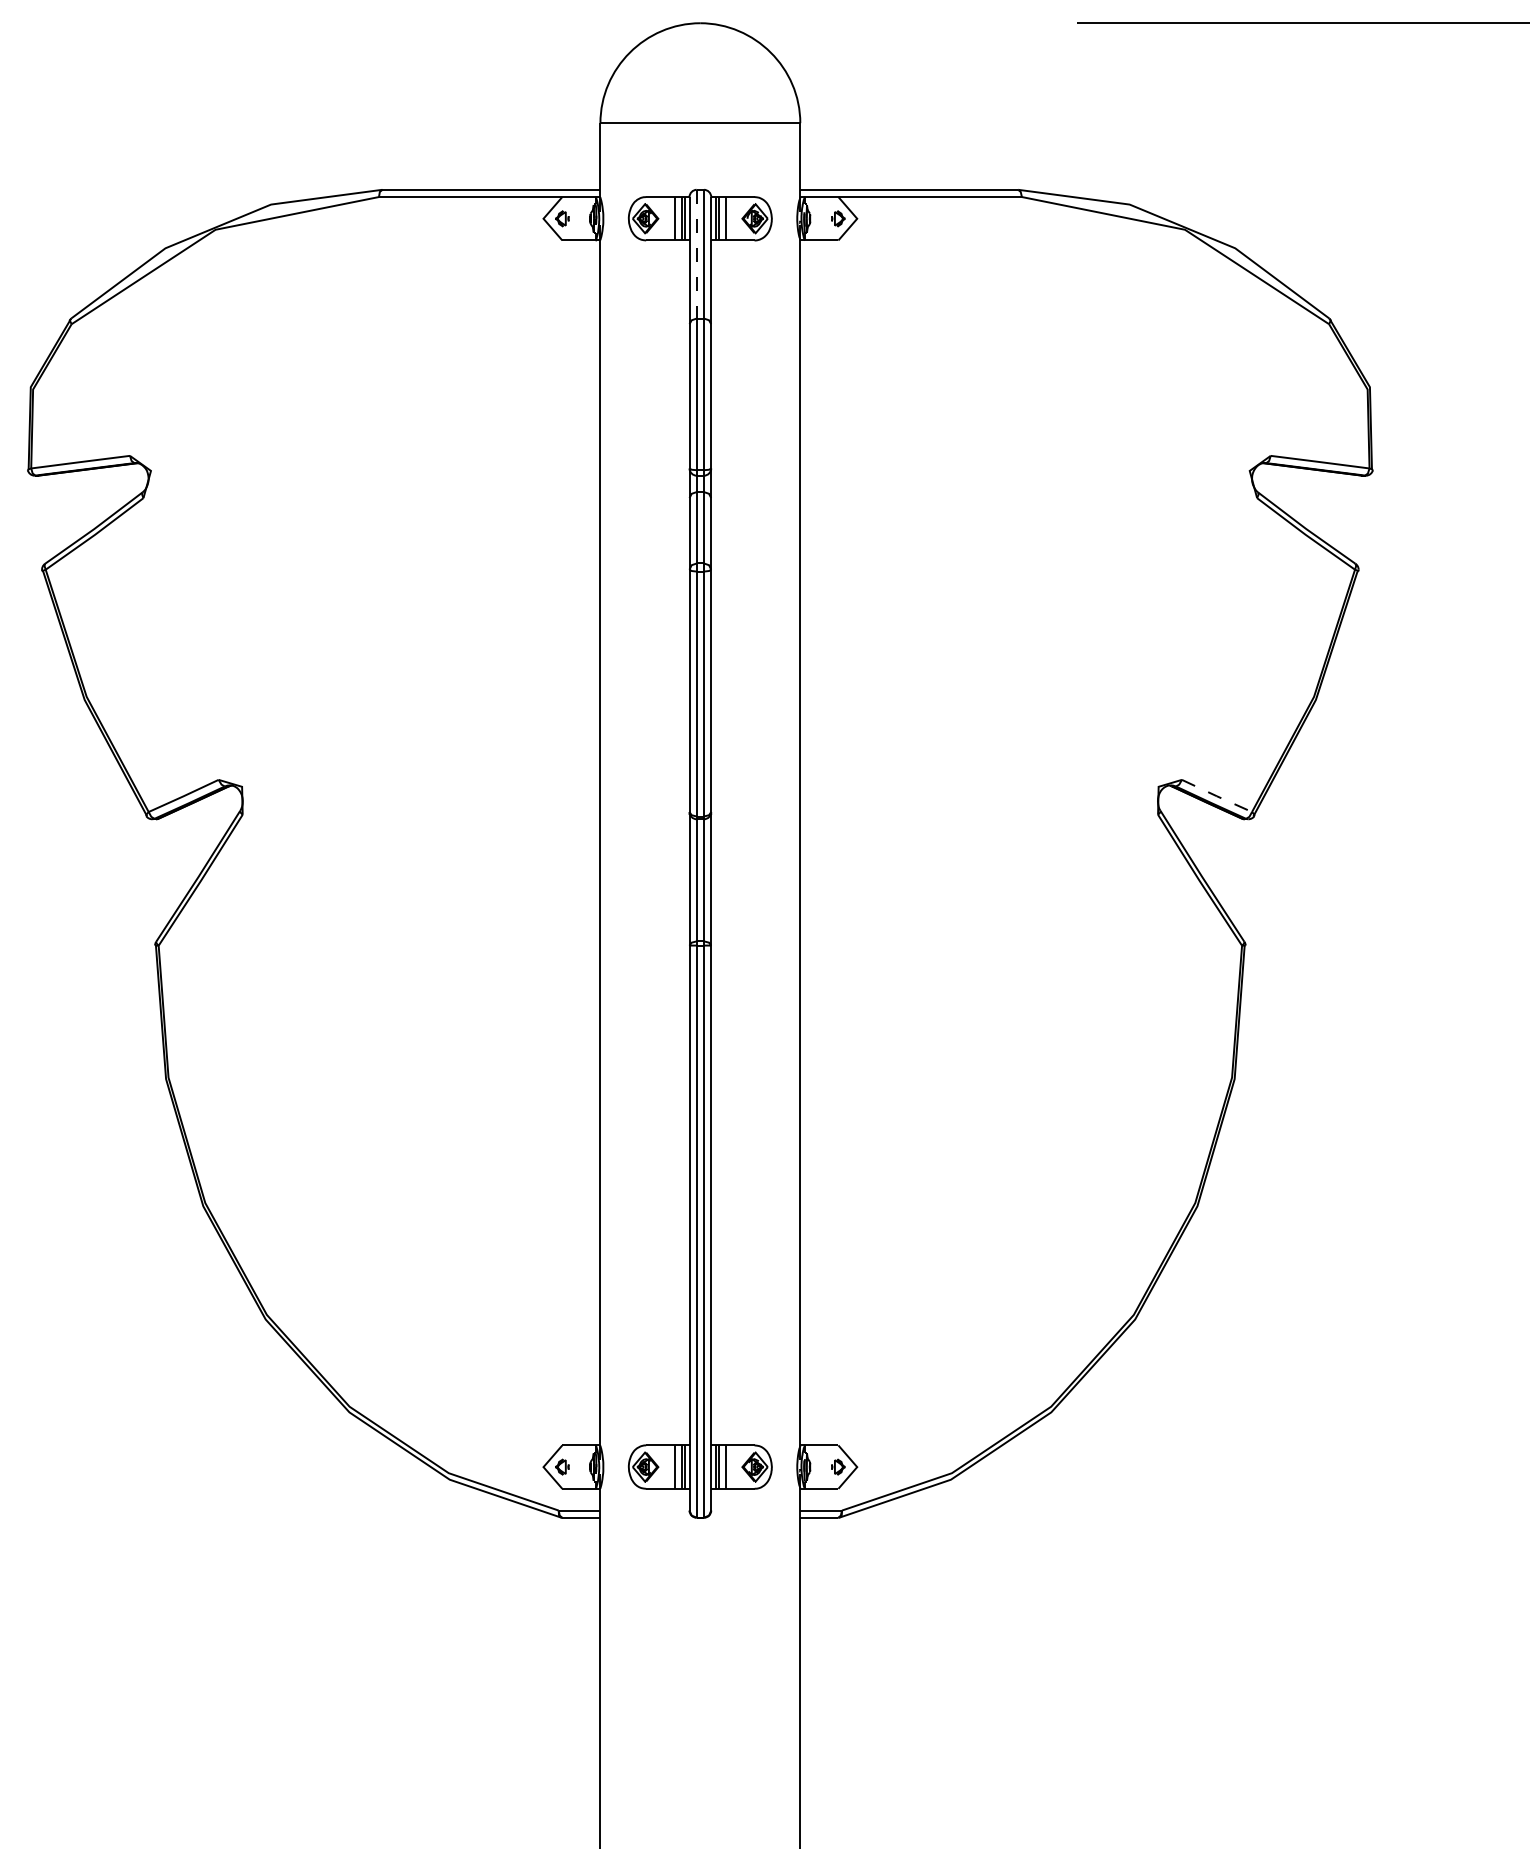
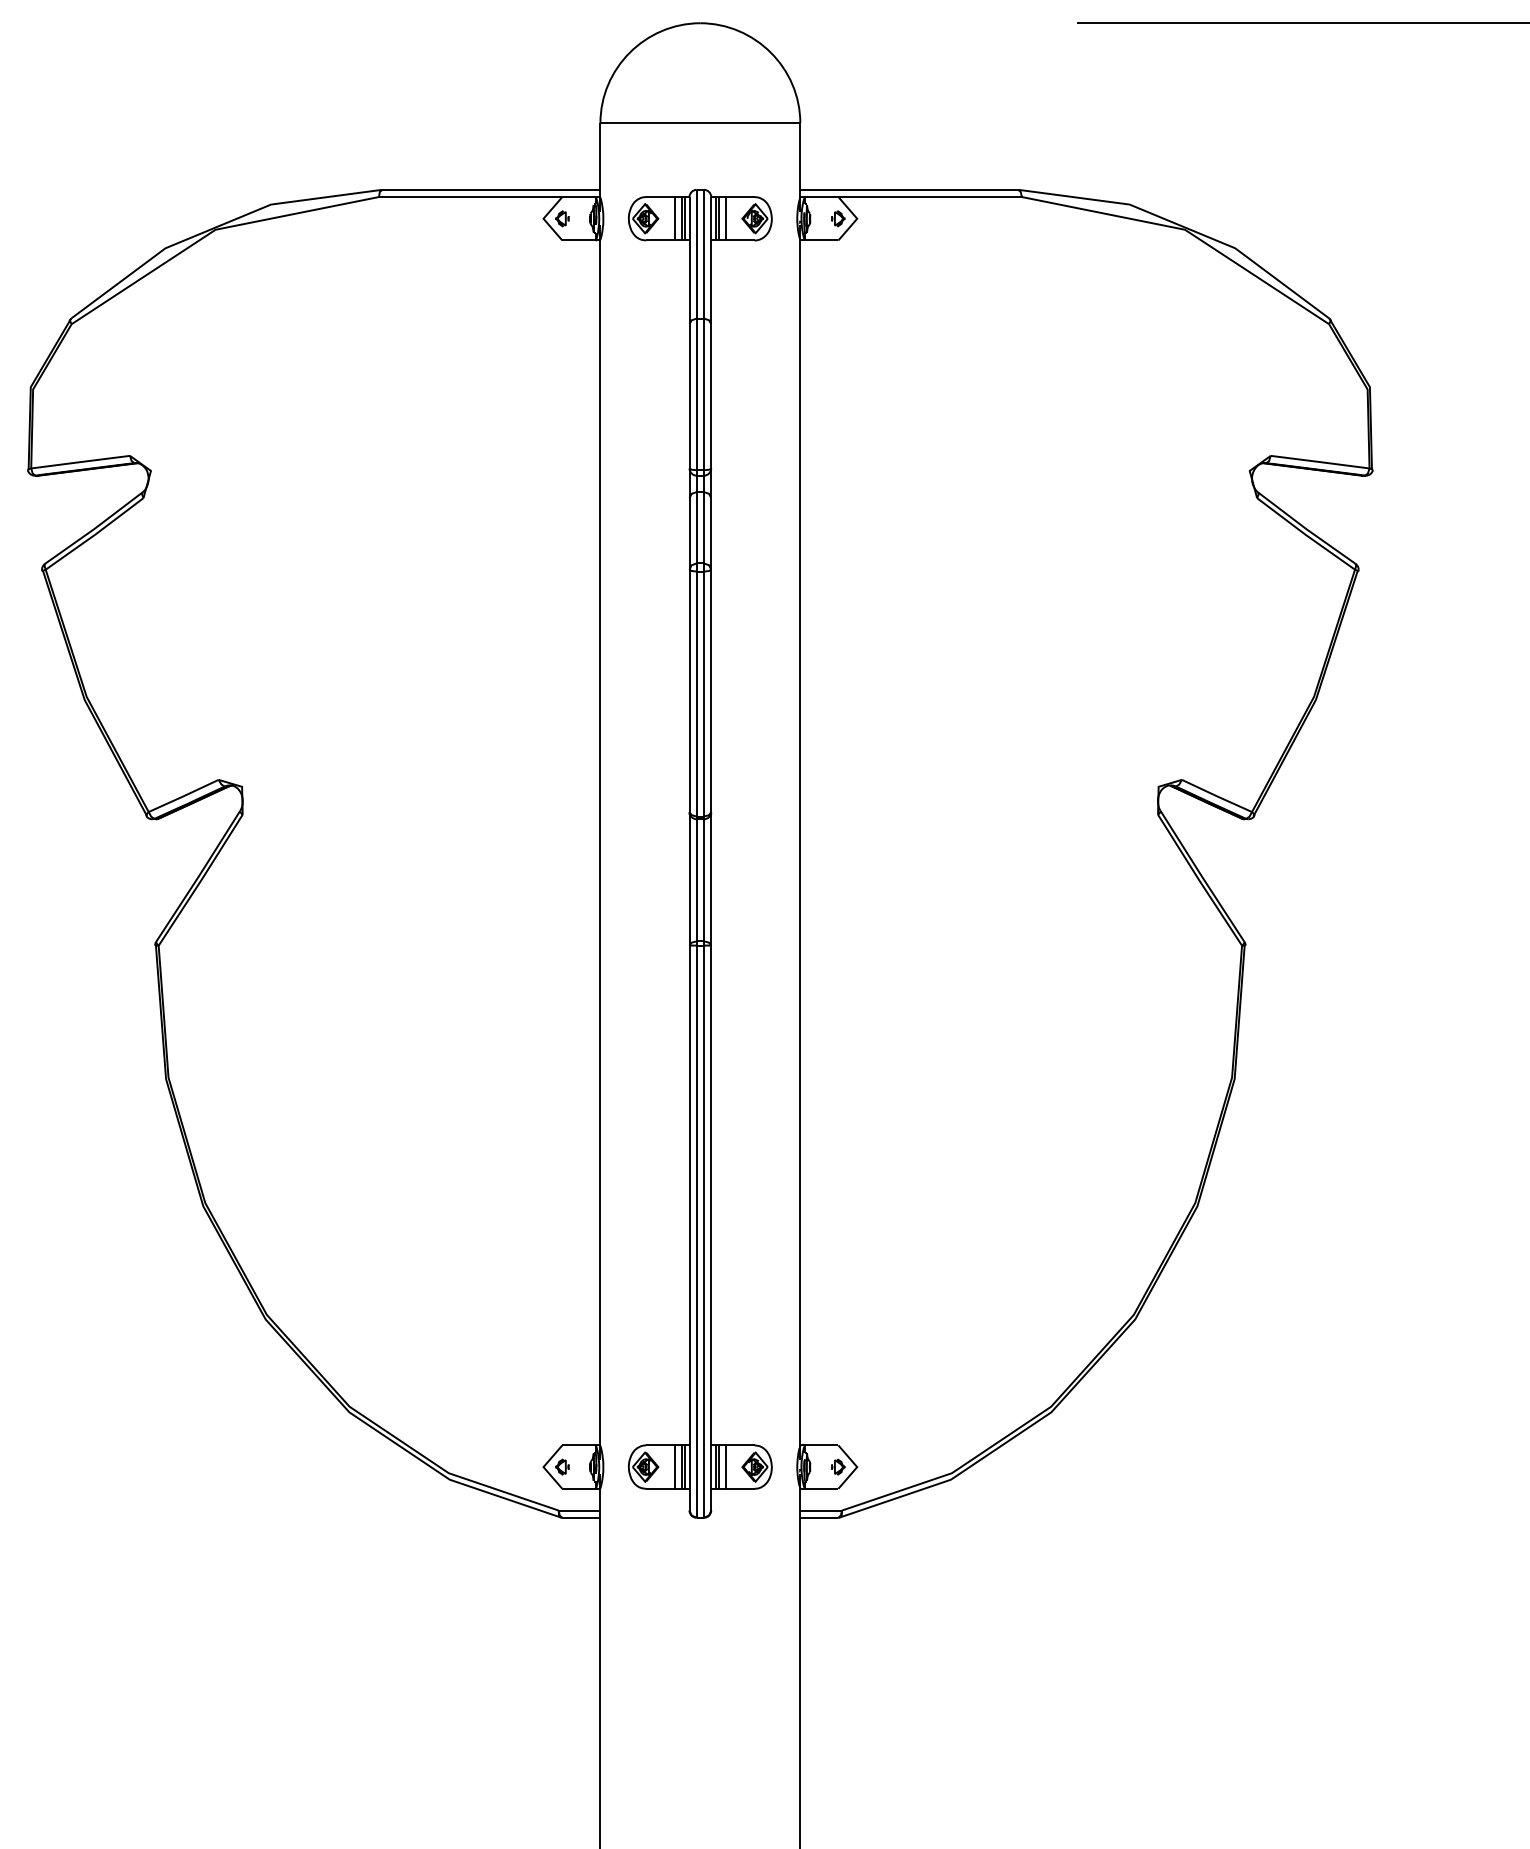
line at (696, 253): dashed -> solid
line at (1216, 796): dashed -> solid
